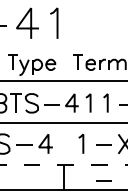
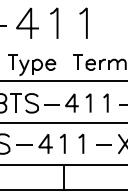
line at (86, 22): none -> present
line at (63, 143): none -> present
line at (63, 165): dashed -> solid
line at (103, 180): present -> none
